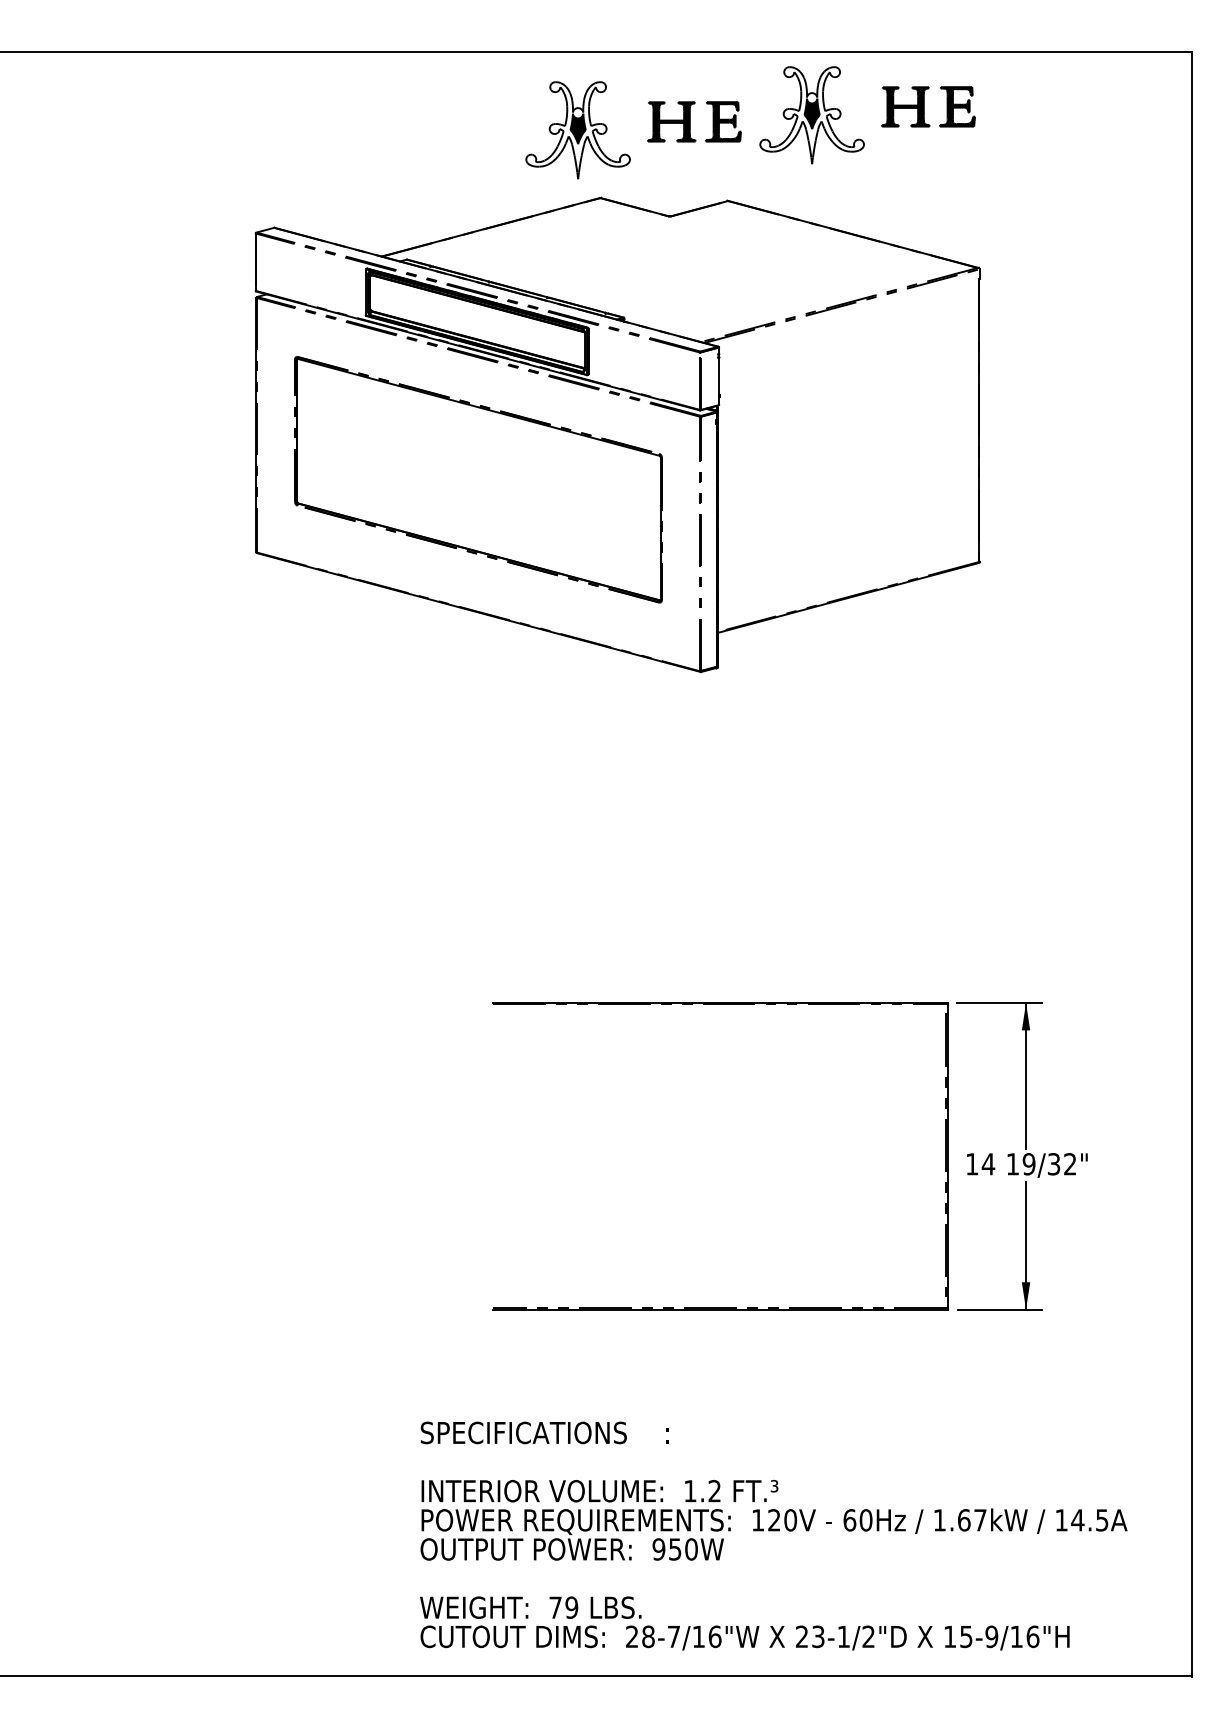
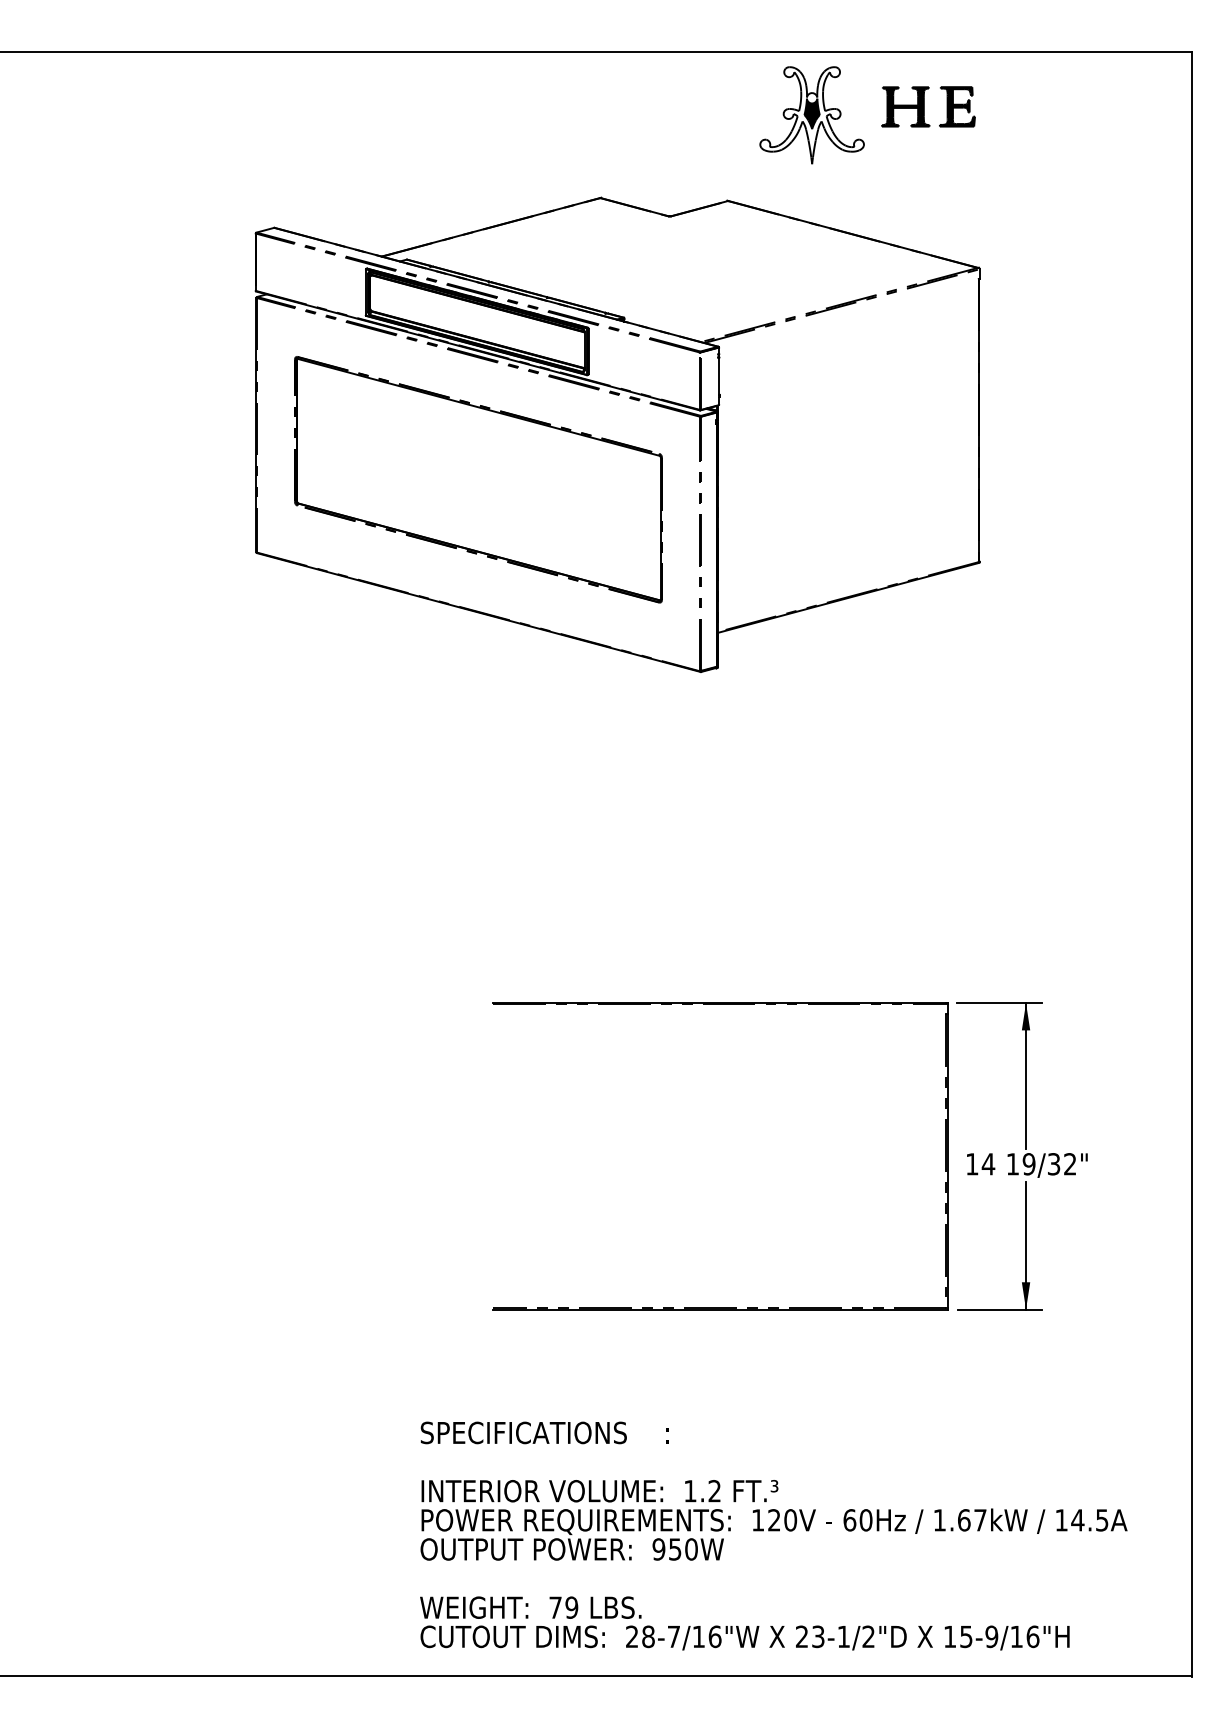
part at (647, 140): present -> none
